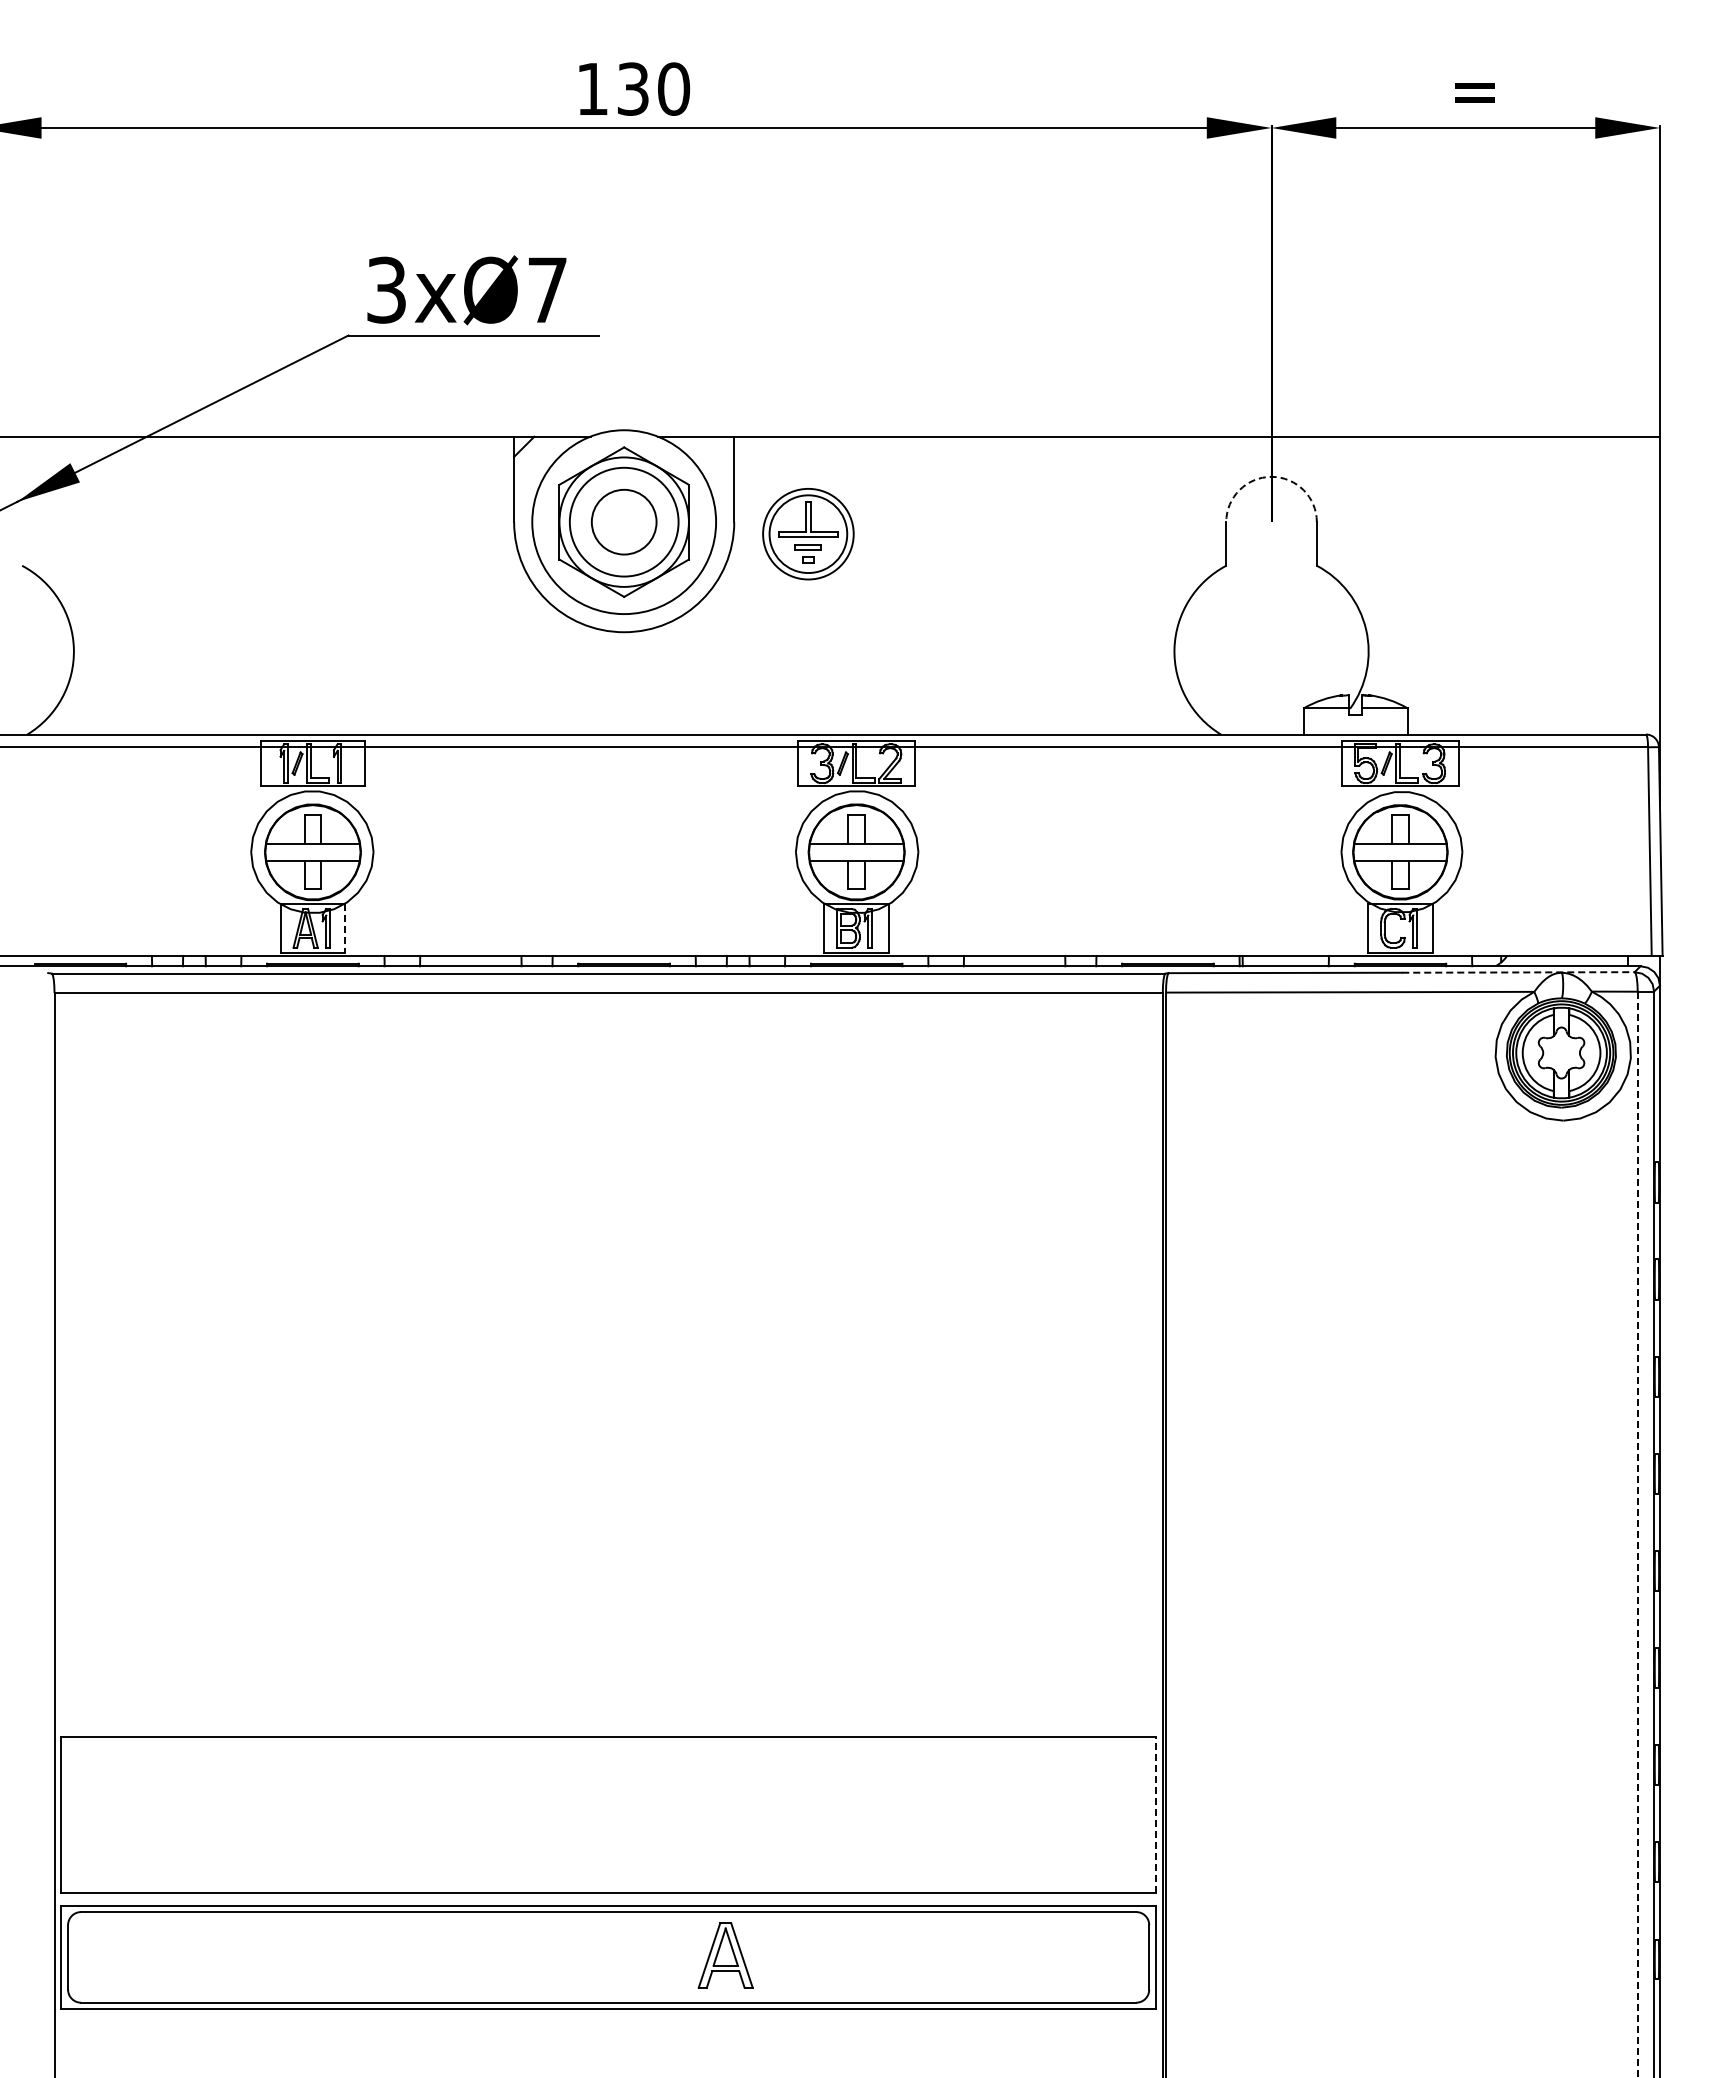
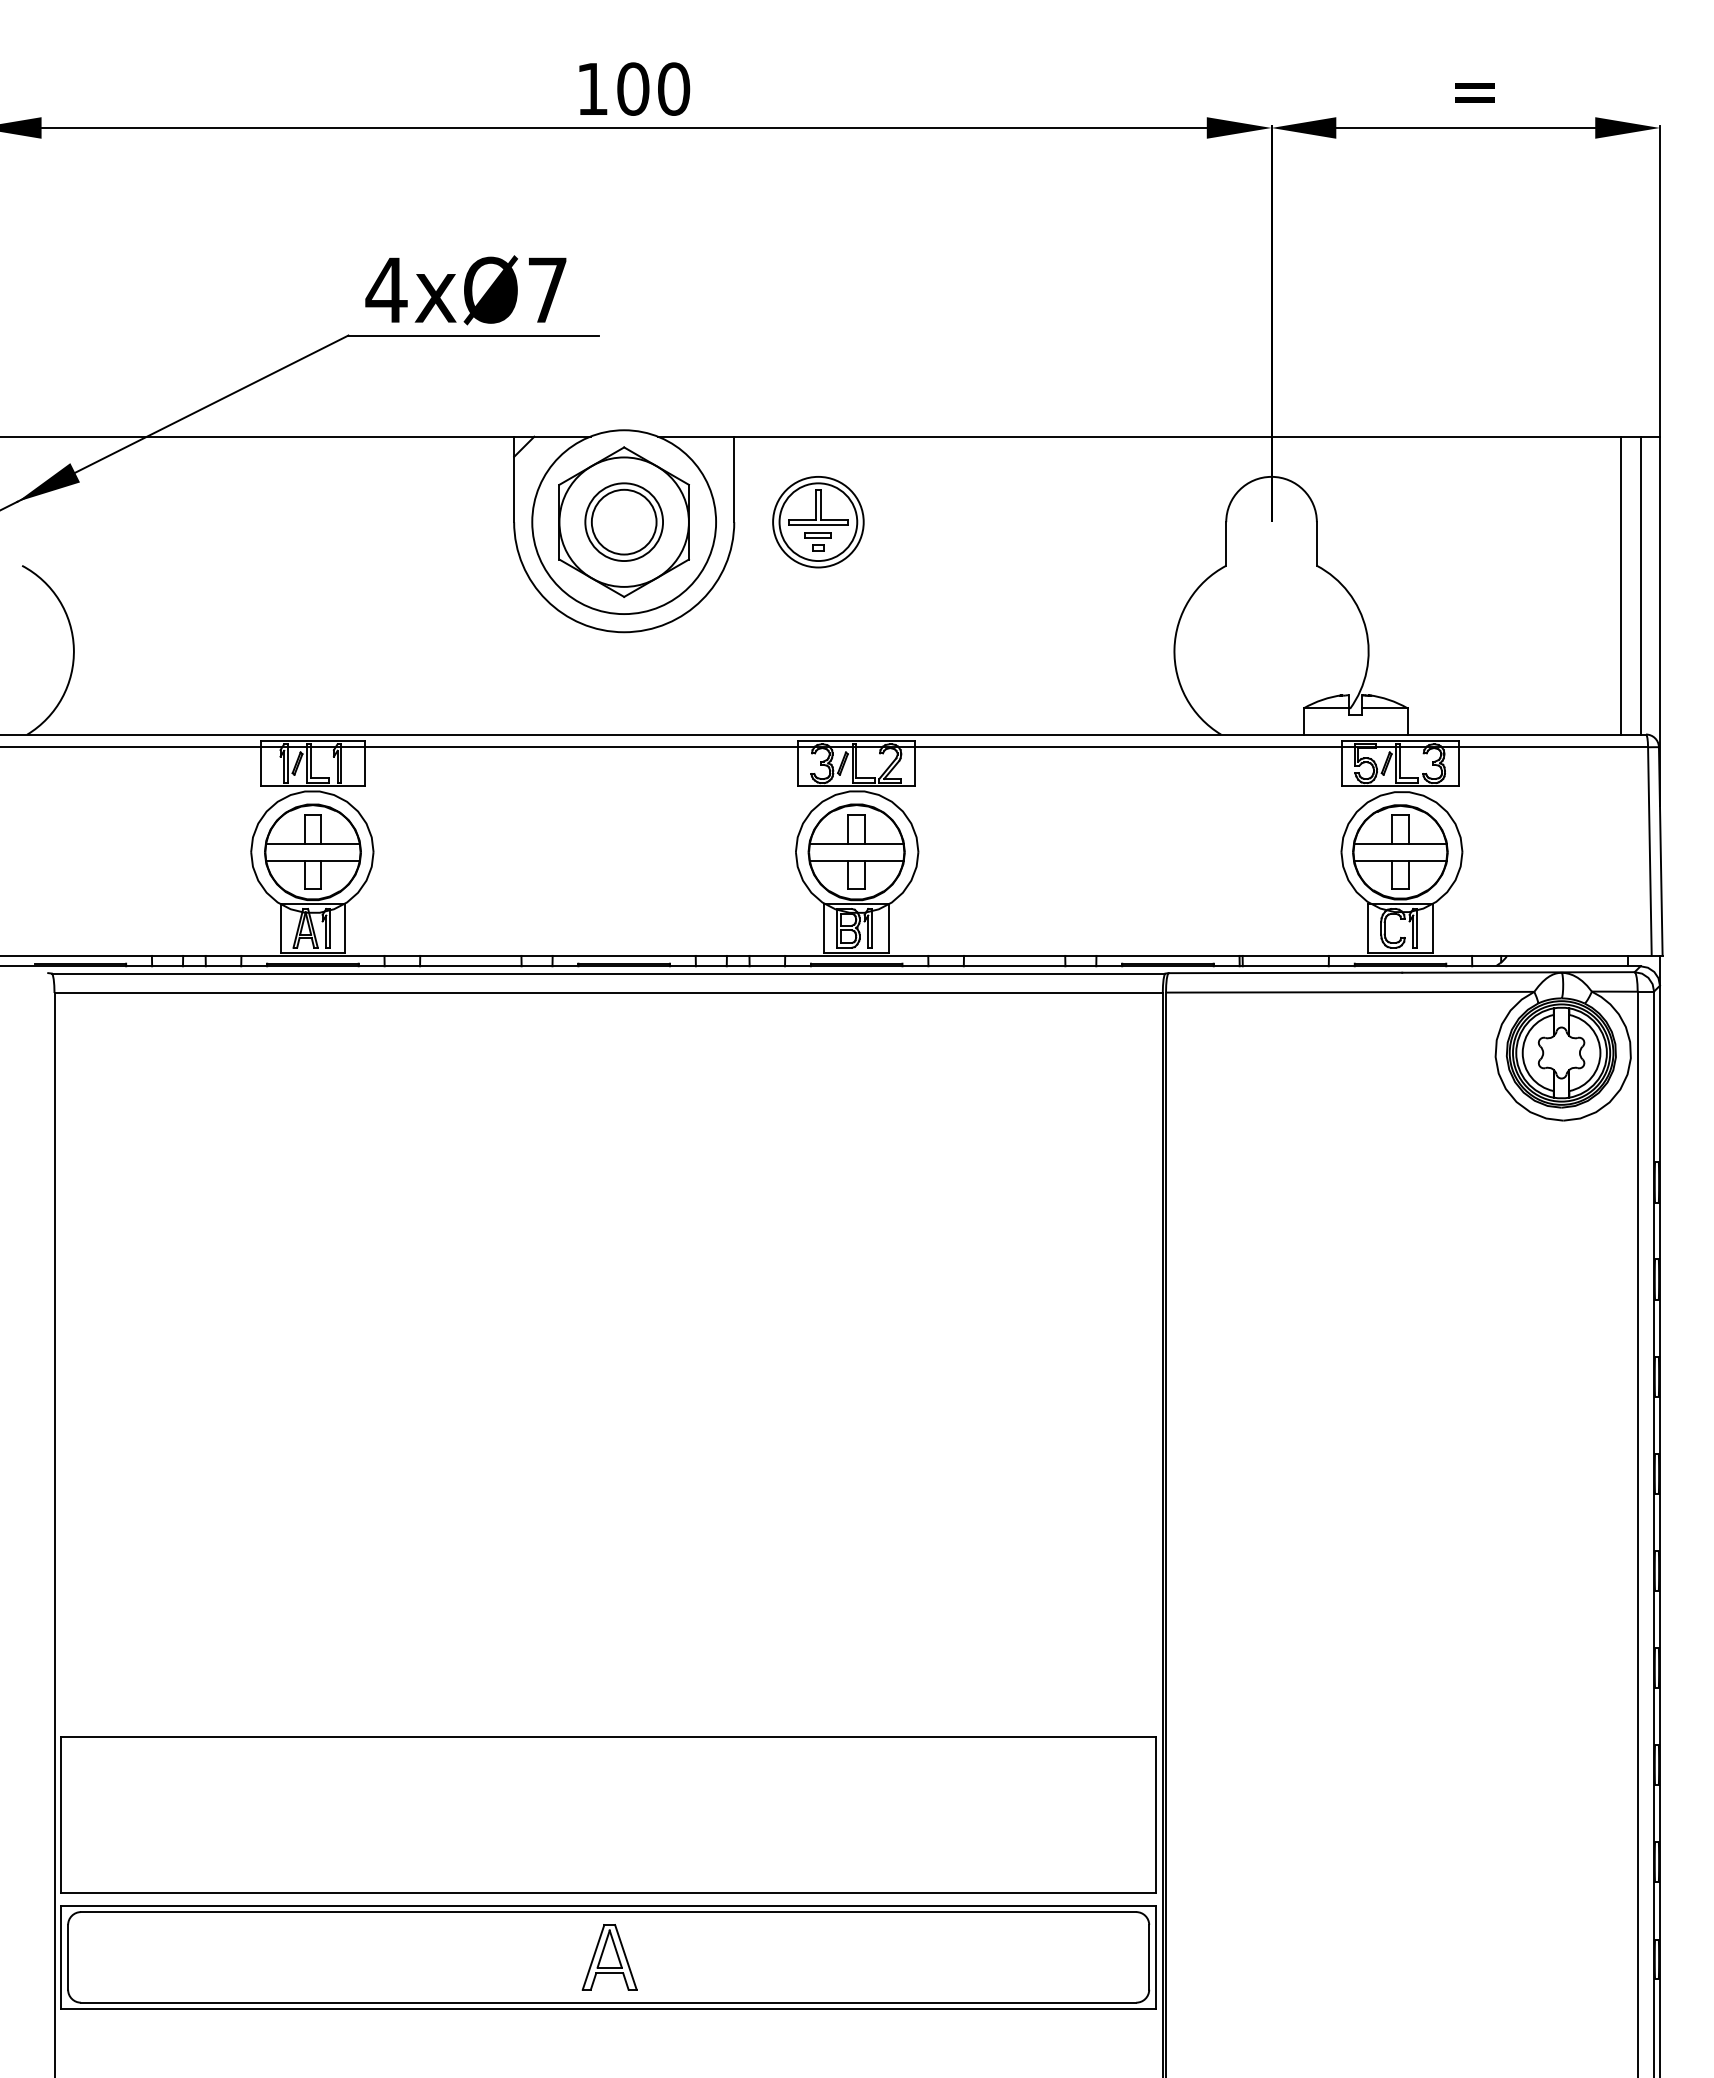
text at (633, 88): 130 -> 100
text at (386, 289): 3xØ7 -> 4xØ7
arc at (1271, 476): dashed -> solid
circle at (623, 521) diameter: 109 px -> 78 px
part at (808, 534) position: (808, 534) -> (818, 522)
line at (1621, 585): none -> present
line at (1640, 585): none -> present
line at (345, 928): dashed -> solid
line at (1518, 972): dashed -> solid
line at (1637, 1534): dashed -> solid
line at (1156, 1814): dashed -> solid
part at (725, 1955) position: (725, 1955) -> (609, 1957)
